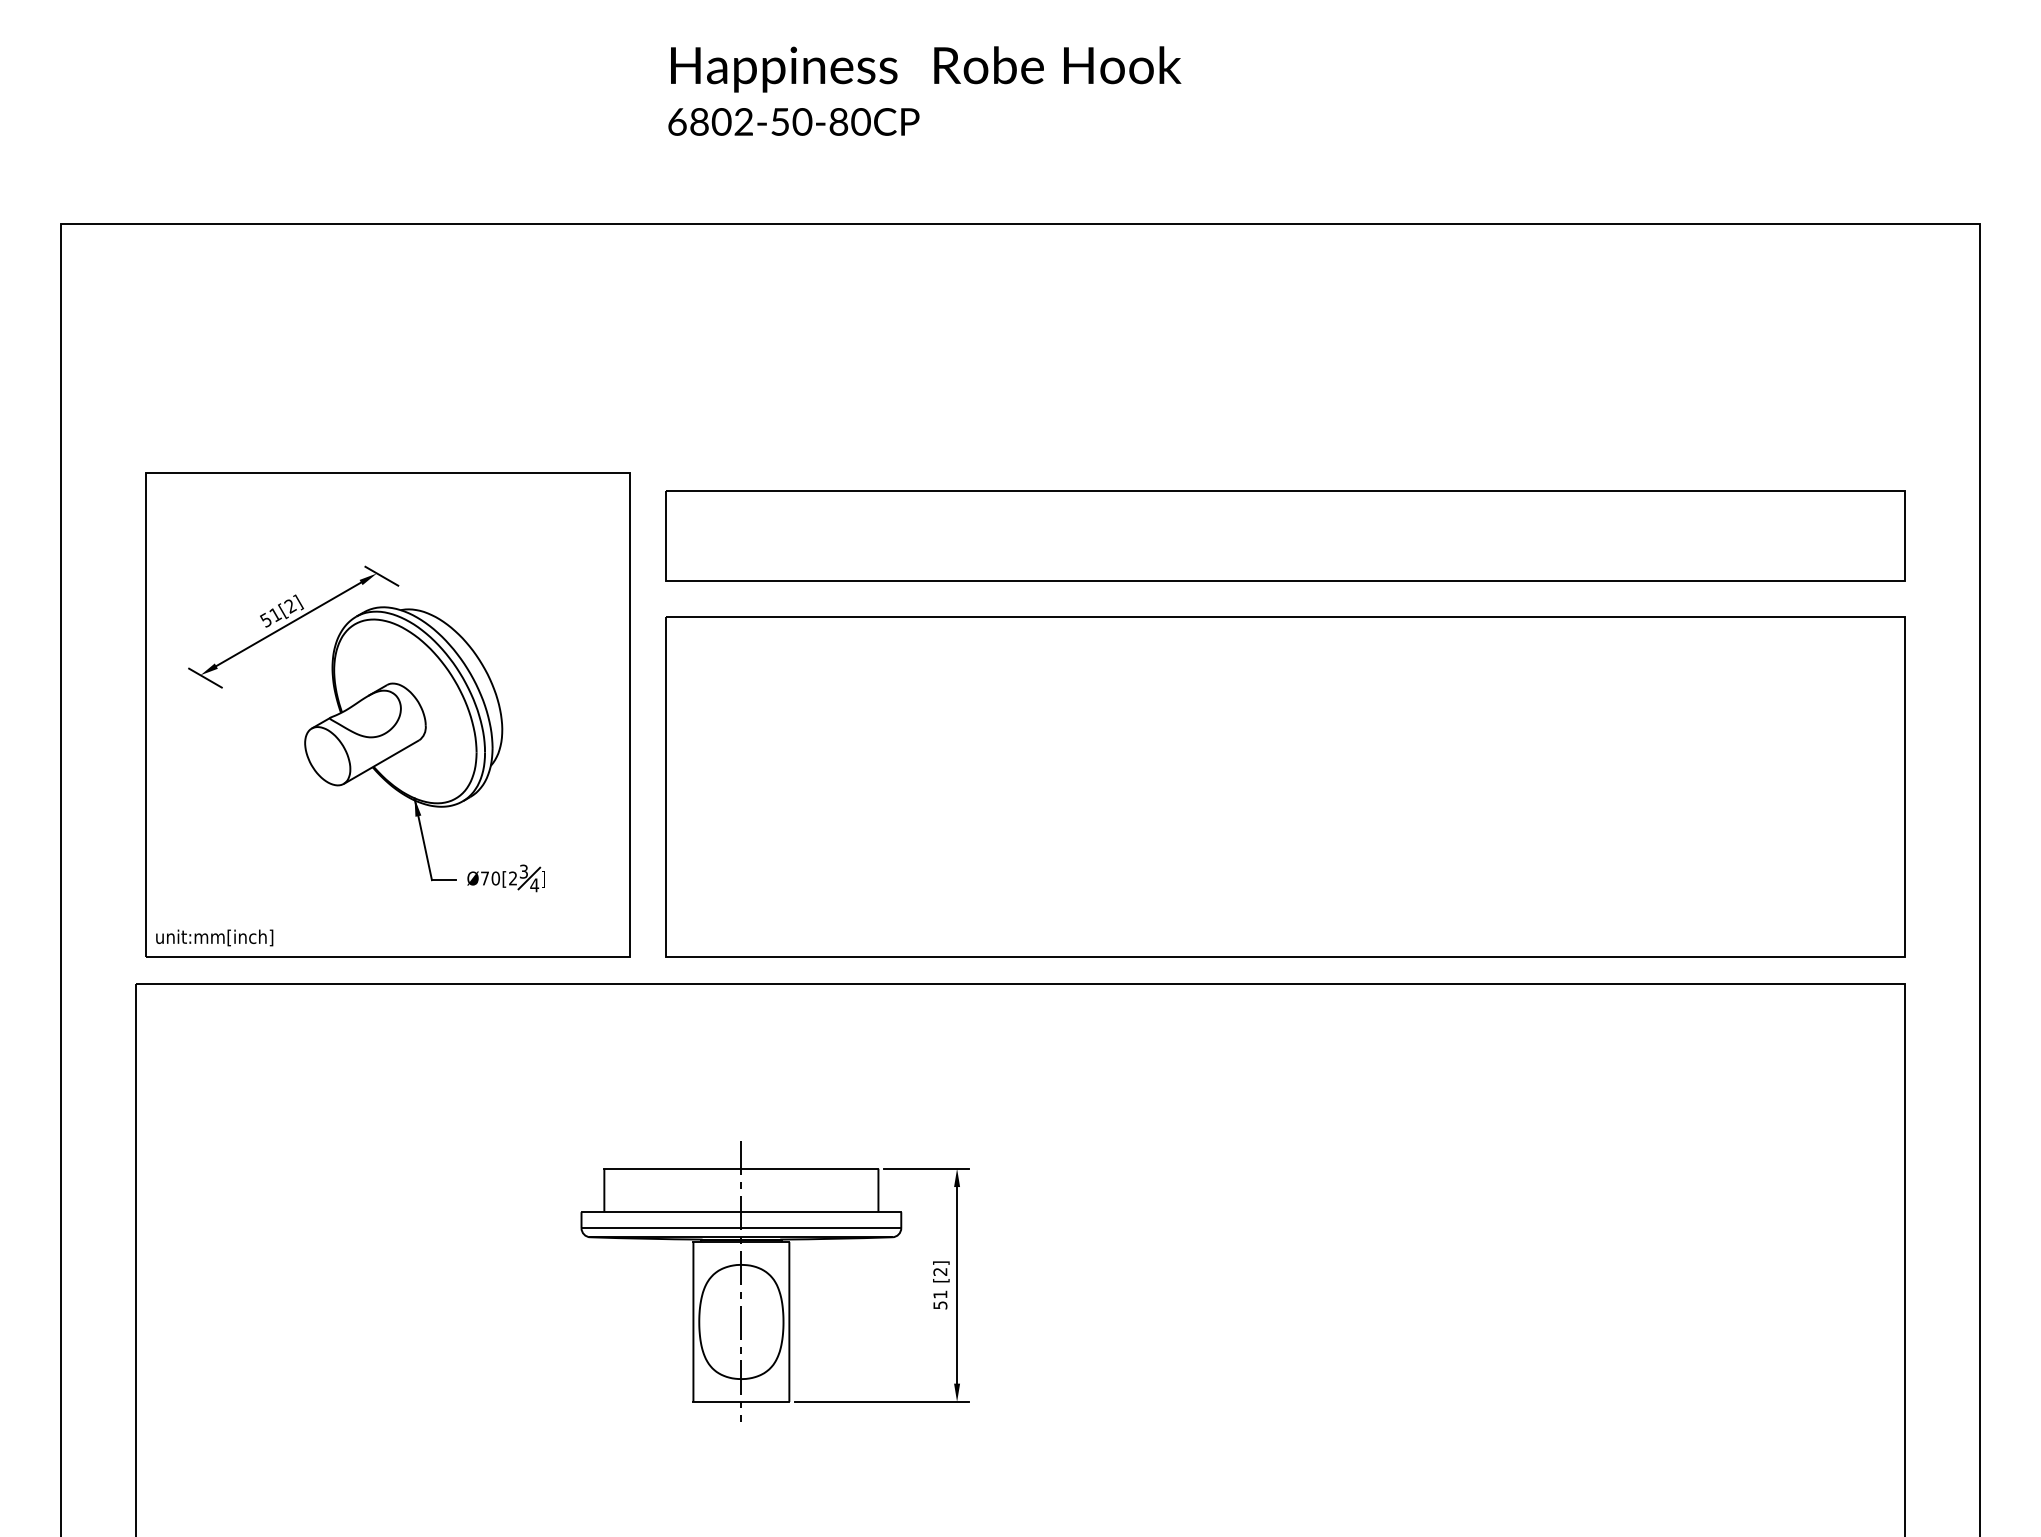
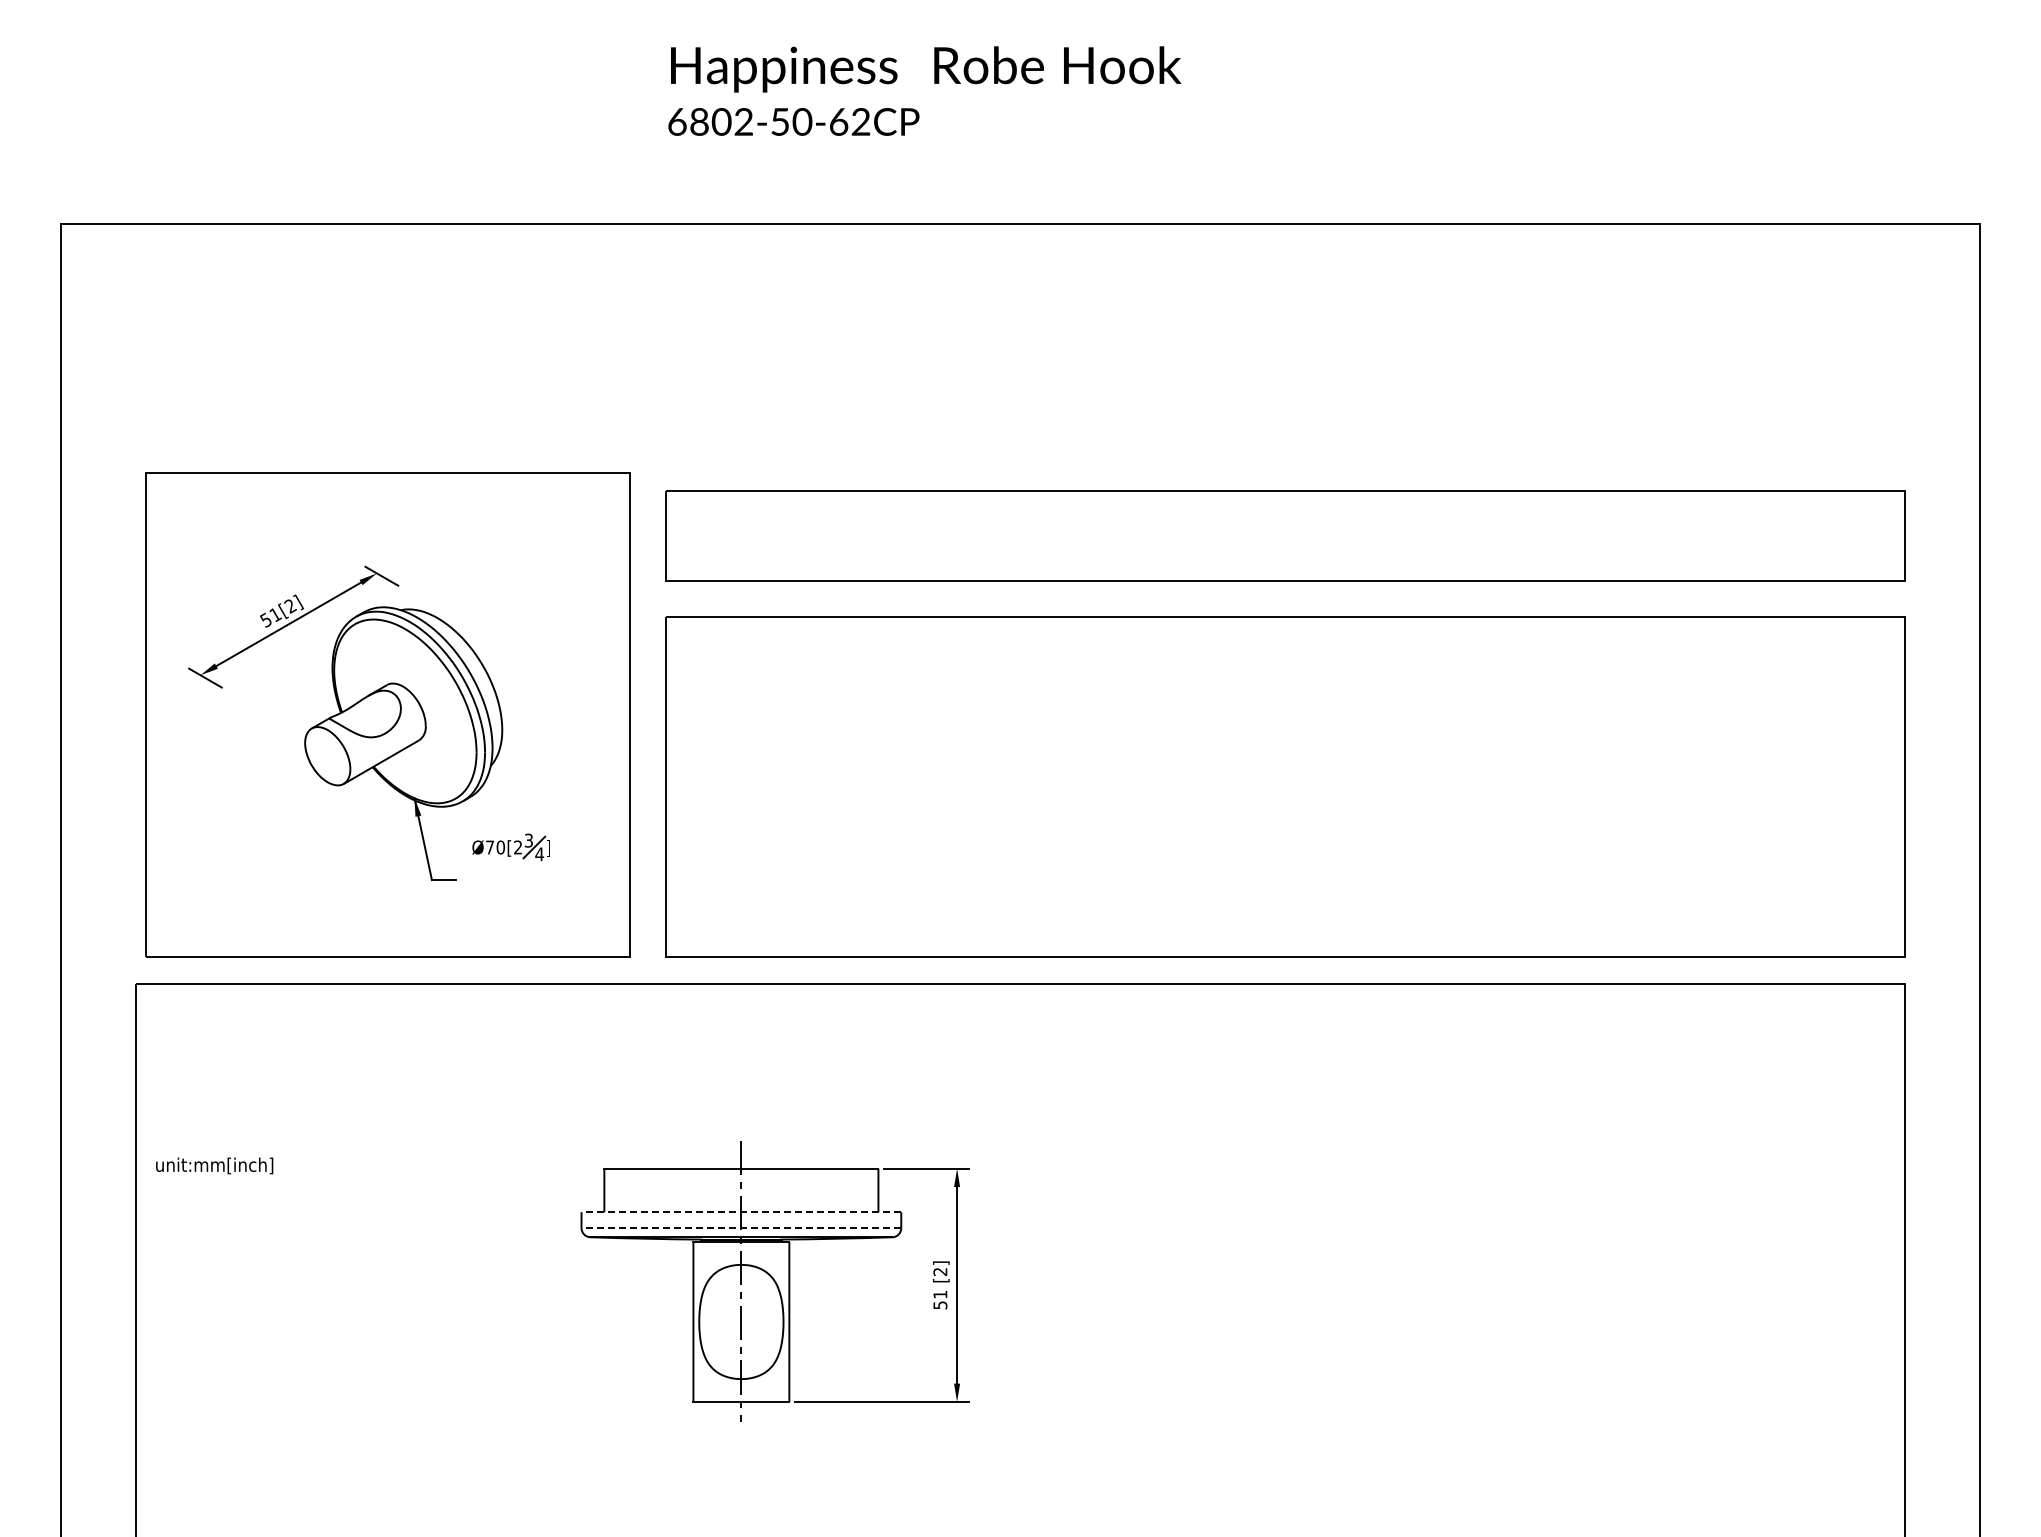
text at (849, 121): 6802-50-80CP -> 6802-50-62CP
part at (505, 878) position: (505, 878) -> (510, 847)
text at (214, 937) position: (214, 937) -> (214, 1165)
line at (741, 1212): solid -> dashed
line at (741, 1228): solid -> dashed
